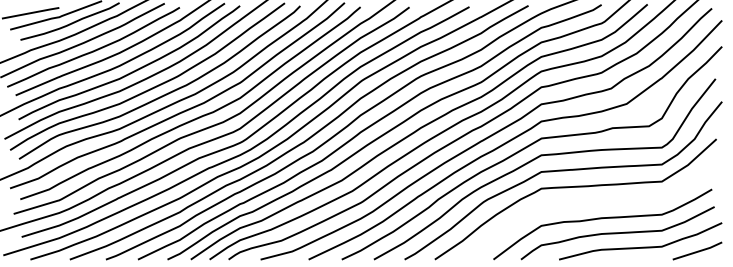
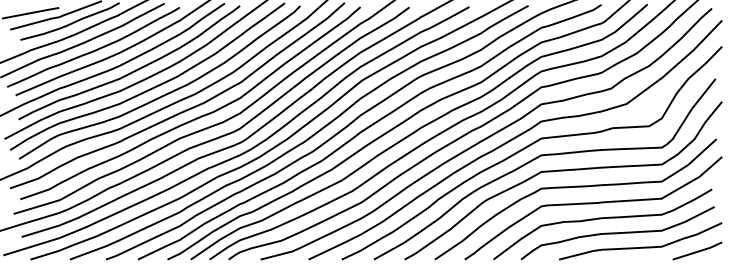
curve at (593, 204): none -> present
